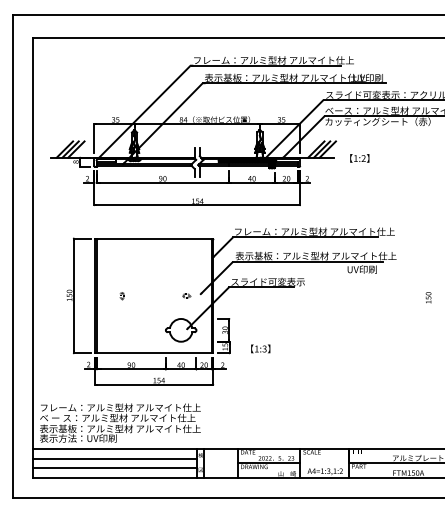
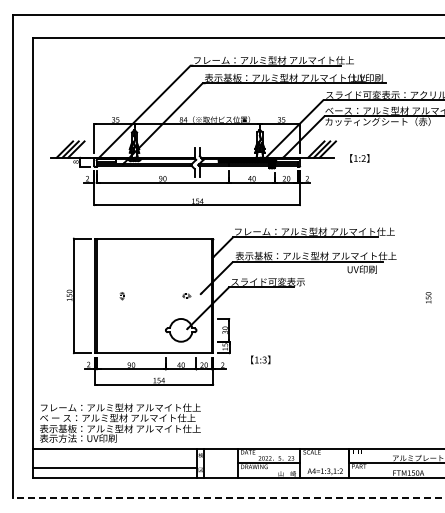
text at (260, 348) position: (260, 348) -> (260, 359)
line at (114, 458): present -> none
line at (229, 497): solid -> dashed
